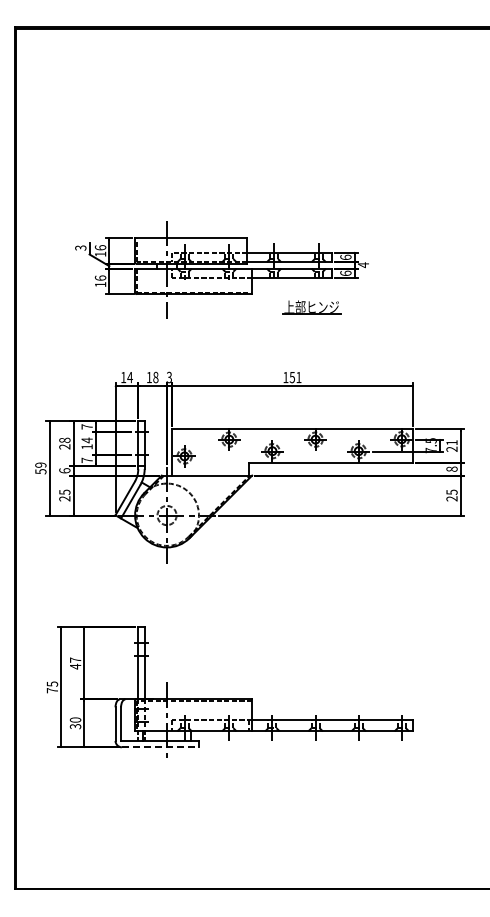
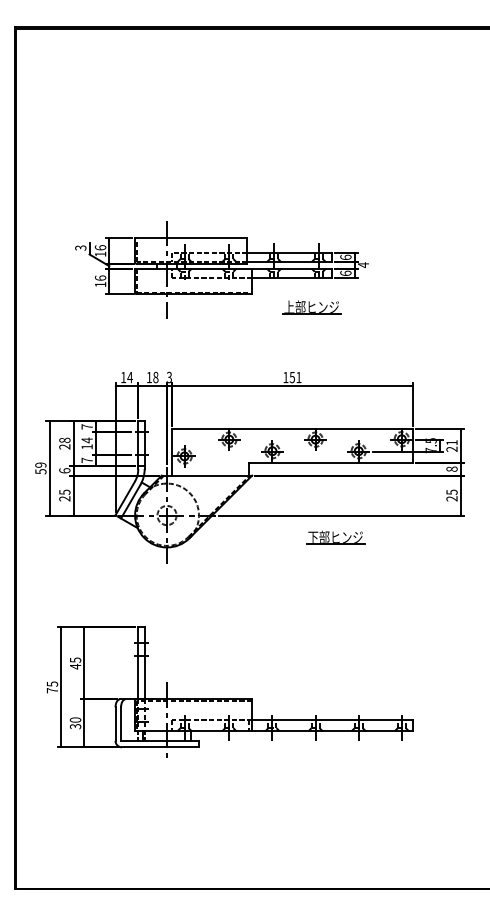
part at (335, 537): none -> present
text at (75, 659): 47 -> 45
line at (160, 747): dashed -> solid
